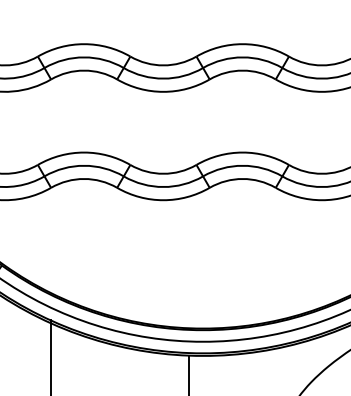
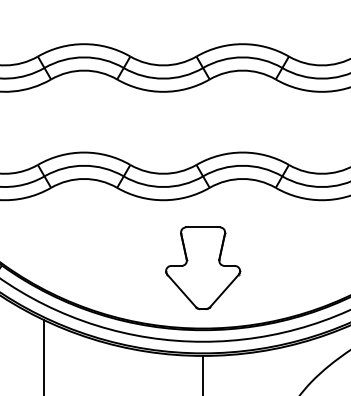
part at (203, 267): none -> present
line at (50, 355) position: (50, 355) -> (43, 355)
line at (189, 373) position: (189, 373) -> (203, 373)
